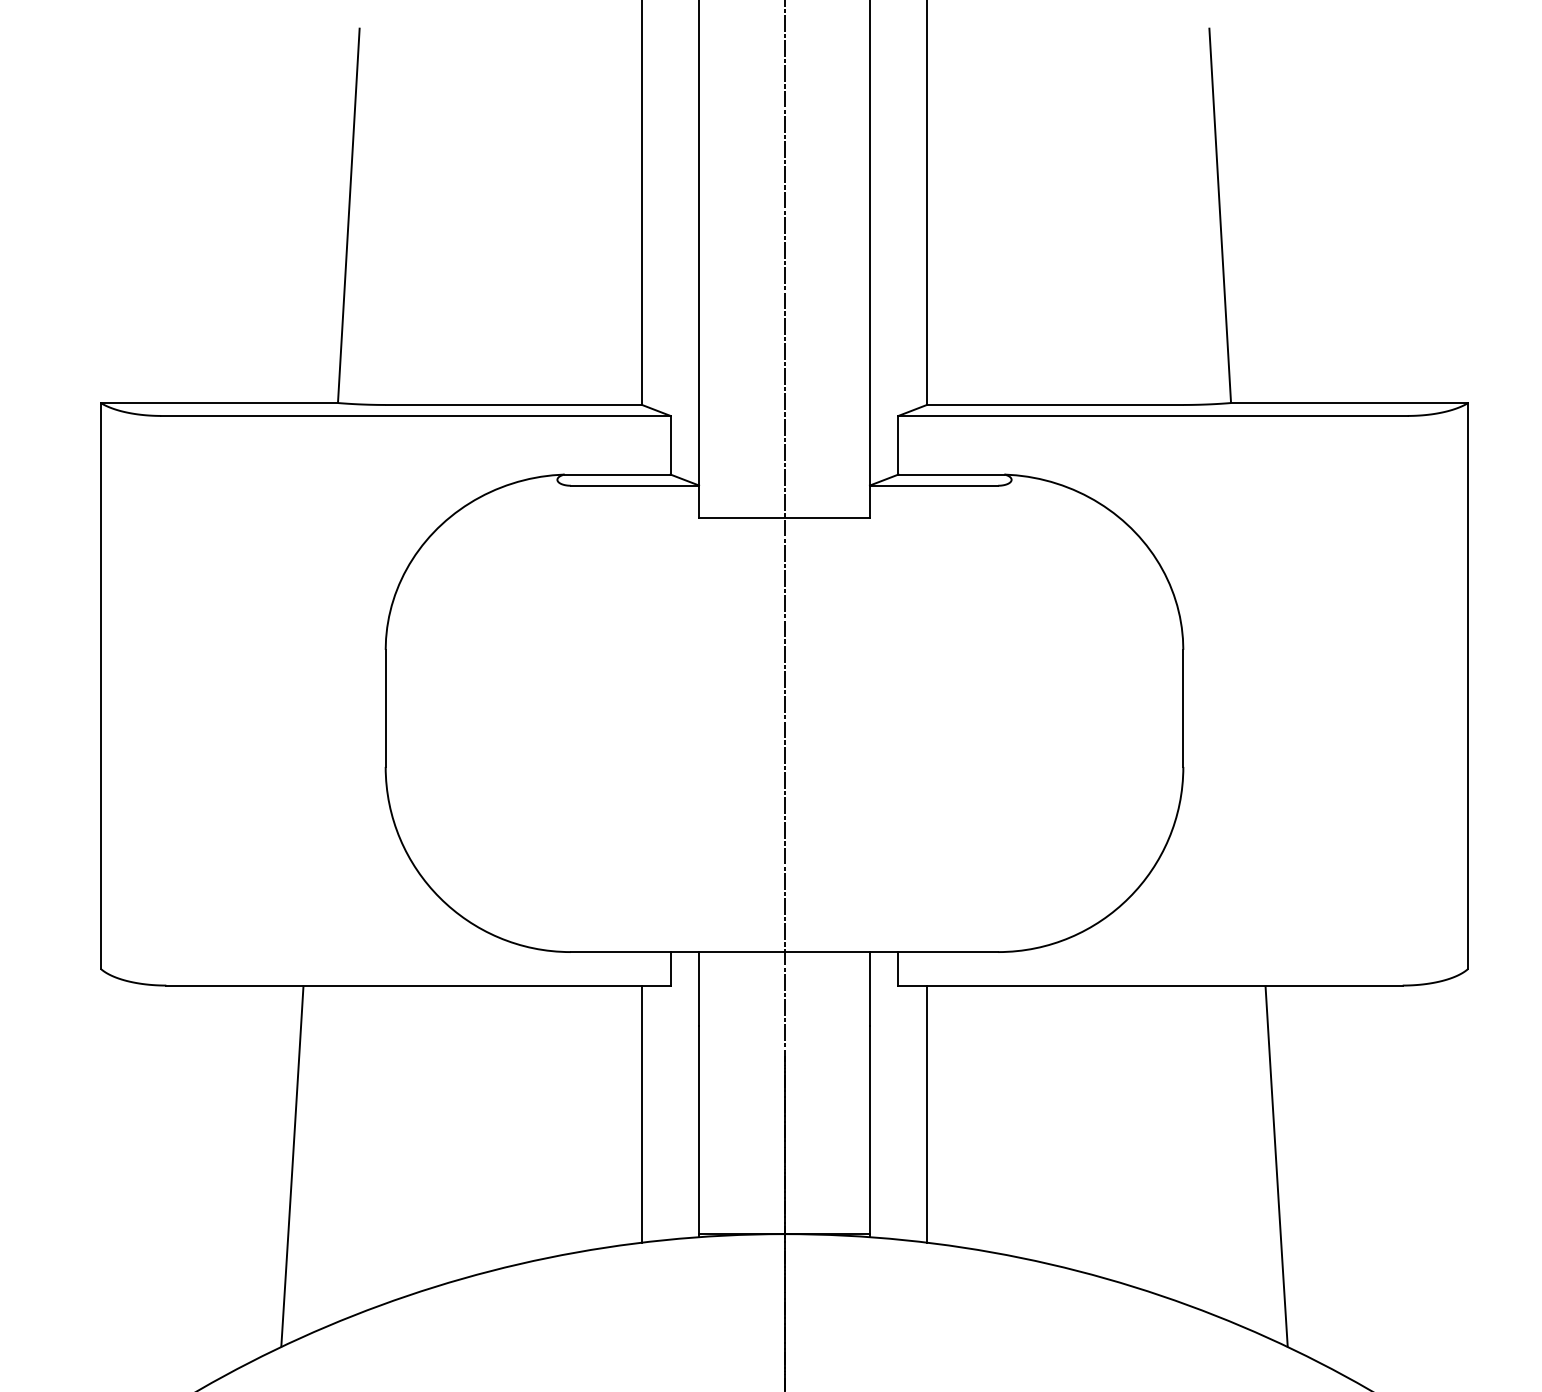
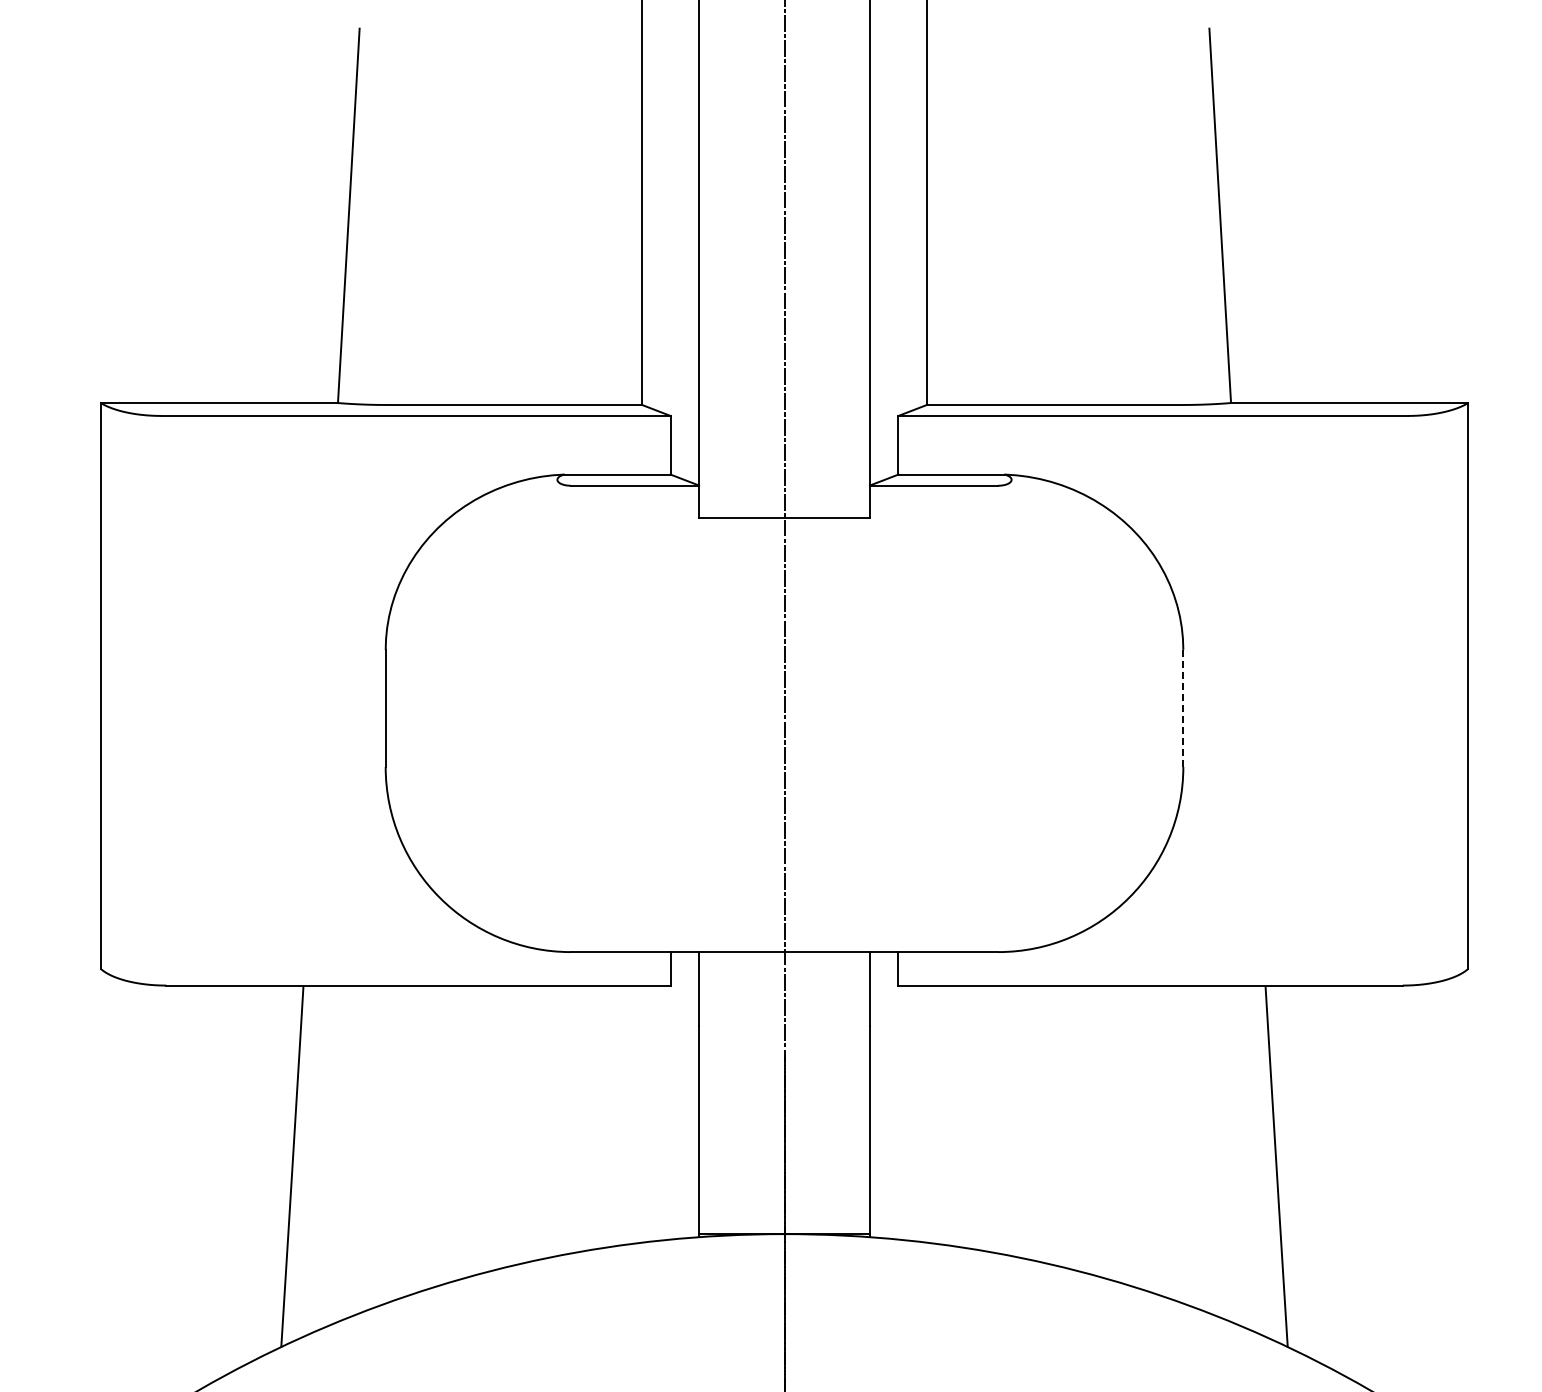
line at (1183, 708): solid -> dashed
line at (642, 1113): present -> none
line at (926, 1113): present -> none
